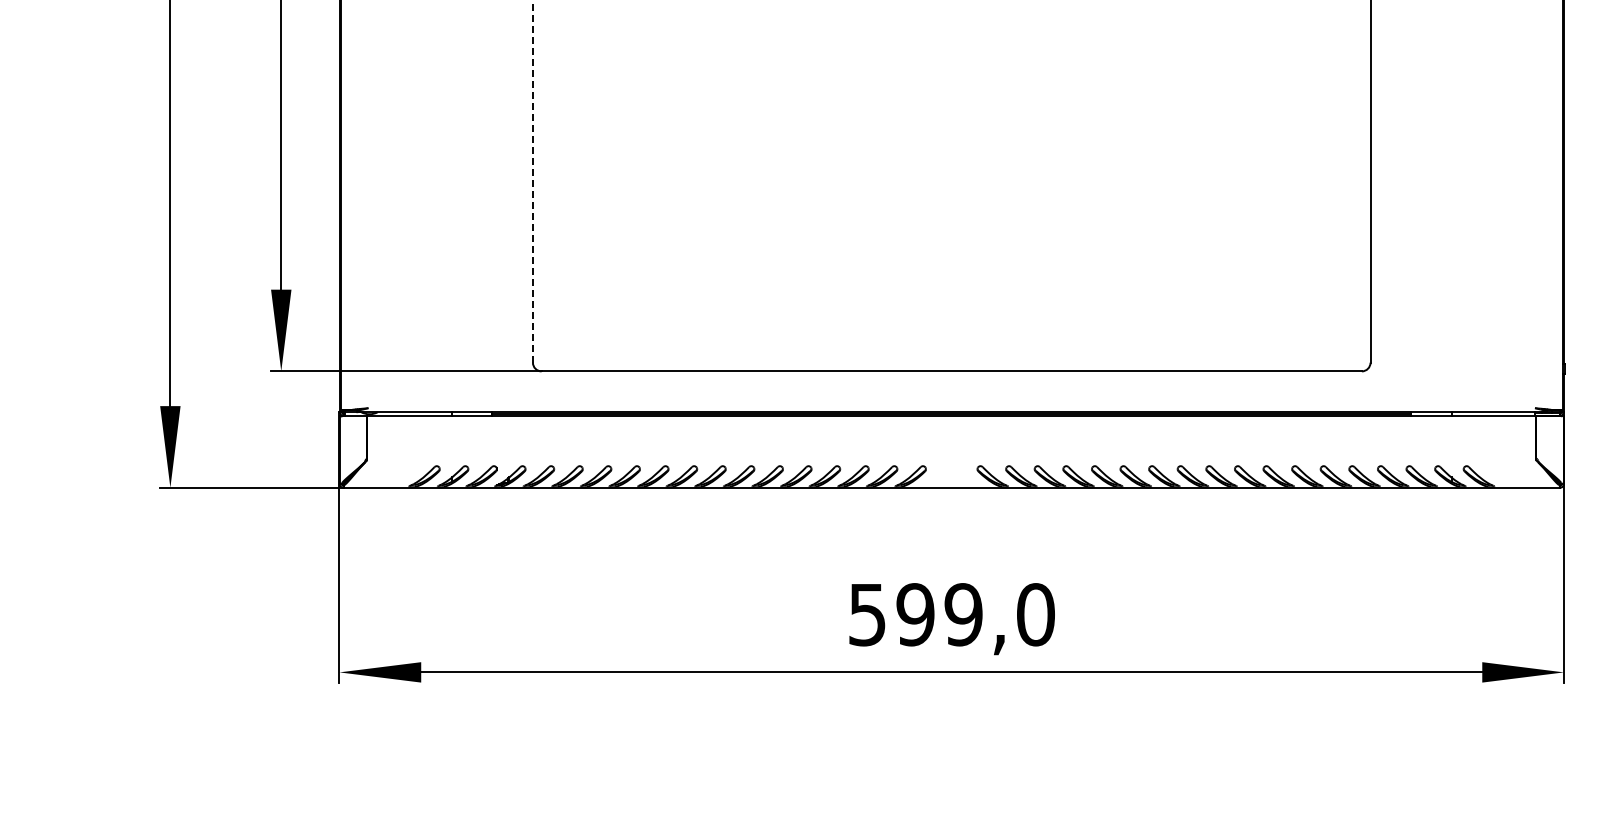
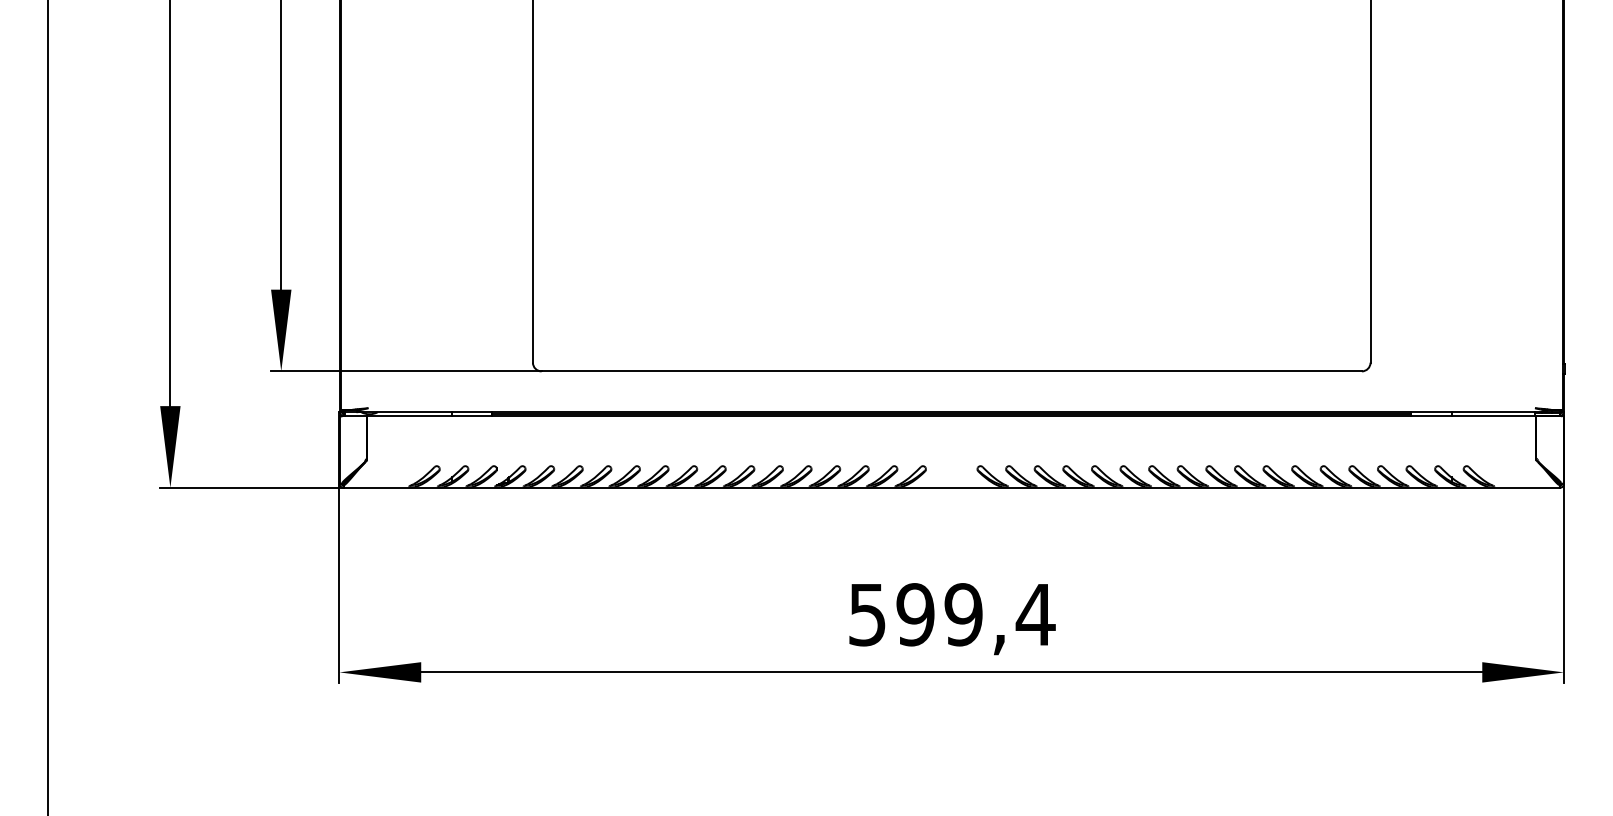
line at (532, 181): dashed -> solid
line at (48, 407): none -> present
text at (1035, 614): 599,0 -> 599,4
